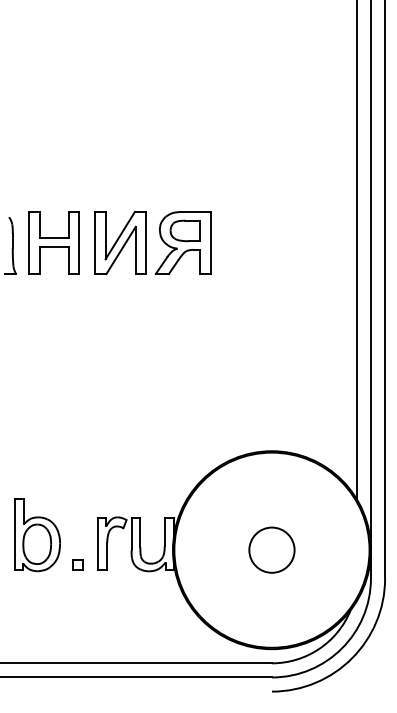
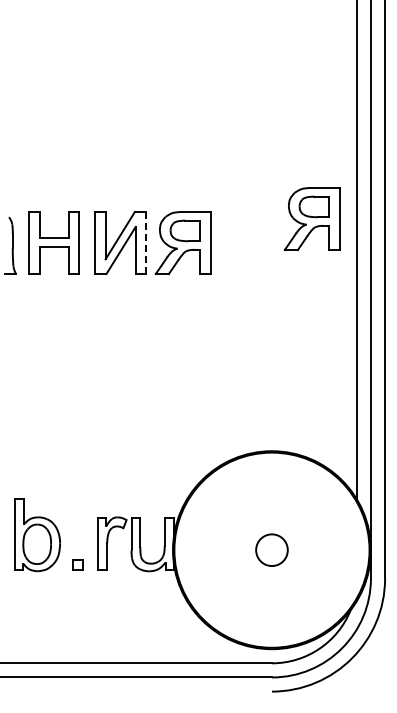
part at (311, 218): none -> present
line at (146, 242): solid -> dashed
circle at (271, 549) diameter: 45 px -> 32 px
